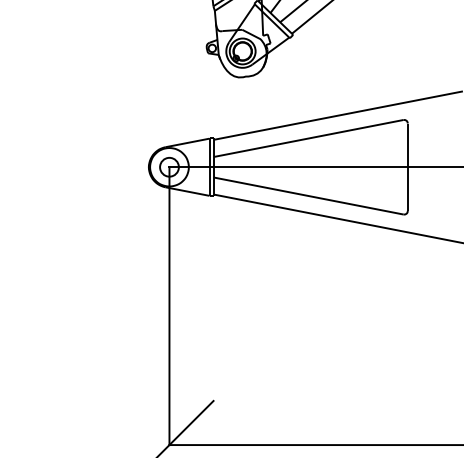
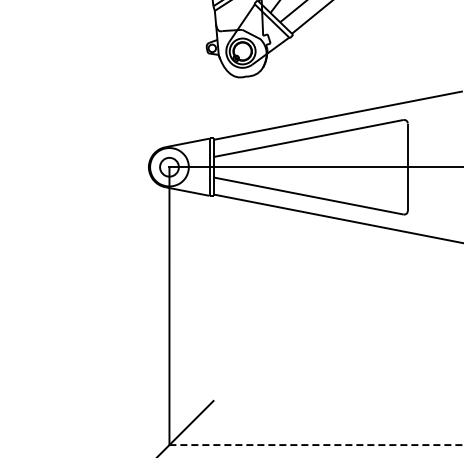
line at (316, 445): solid -> dashed
